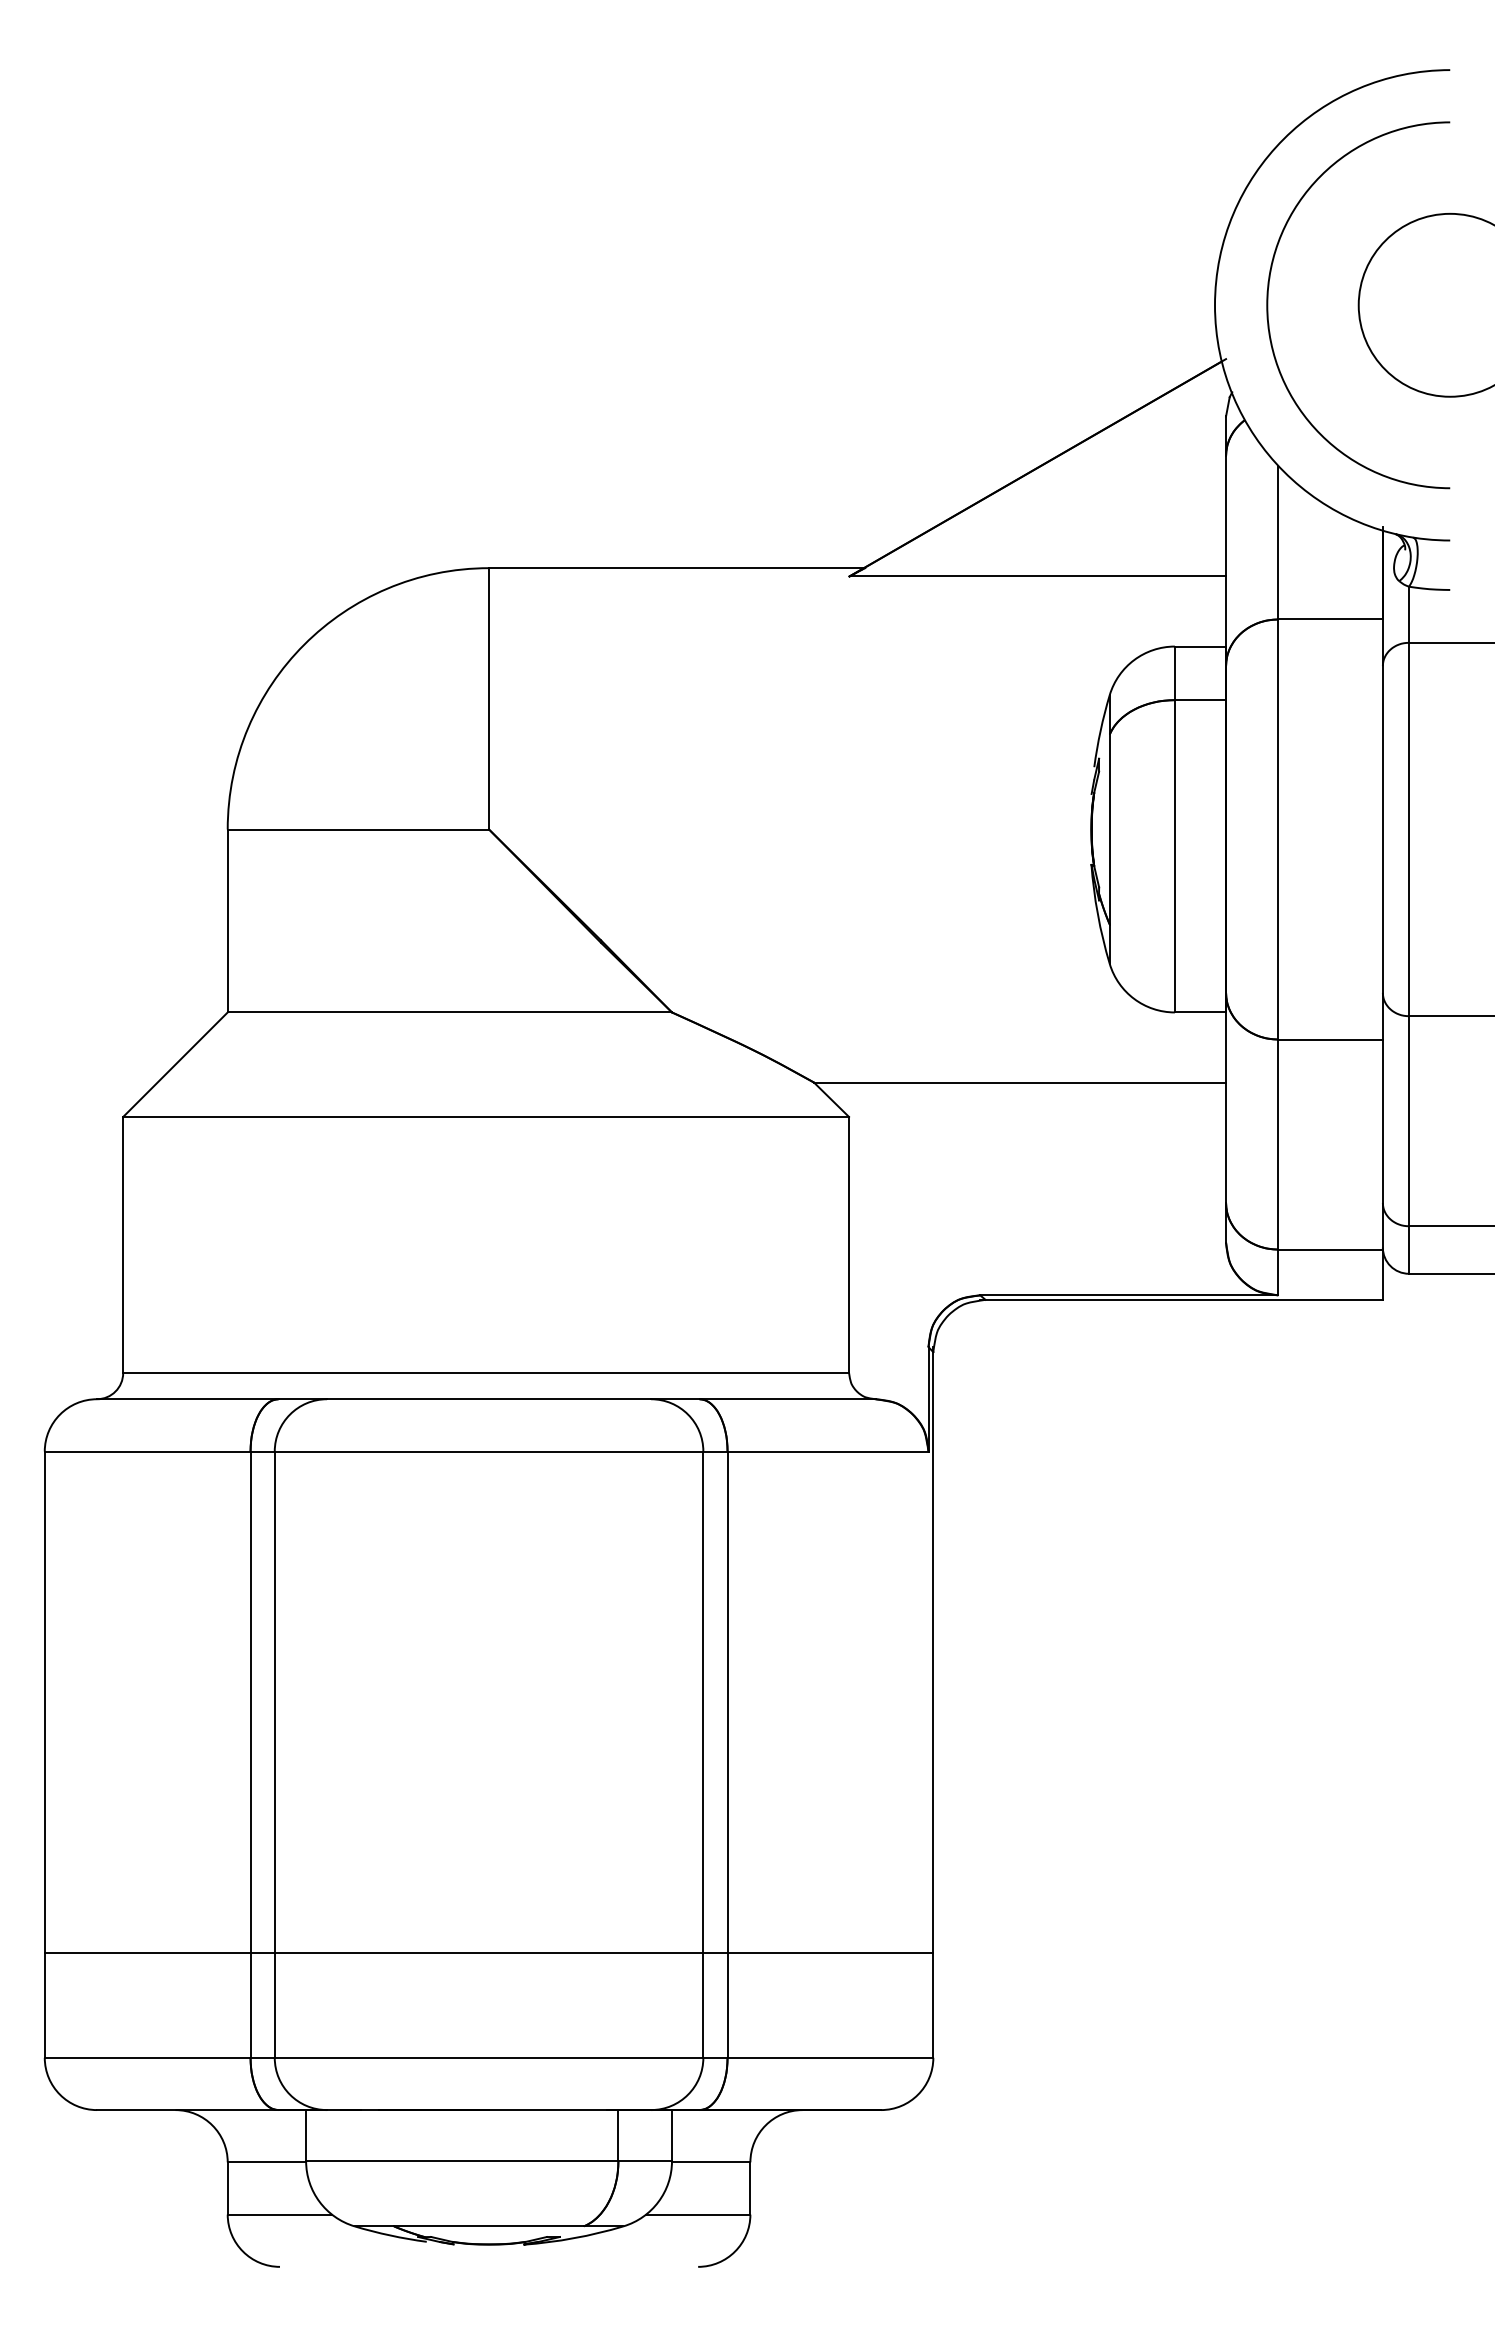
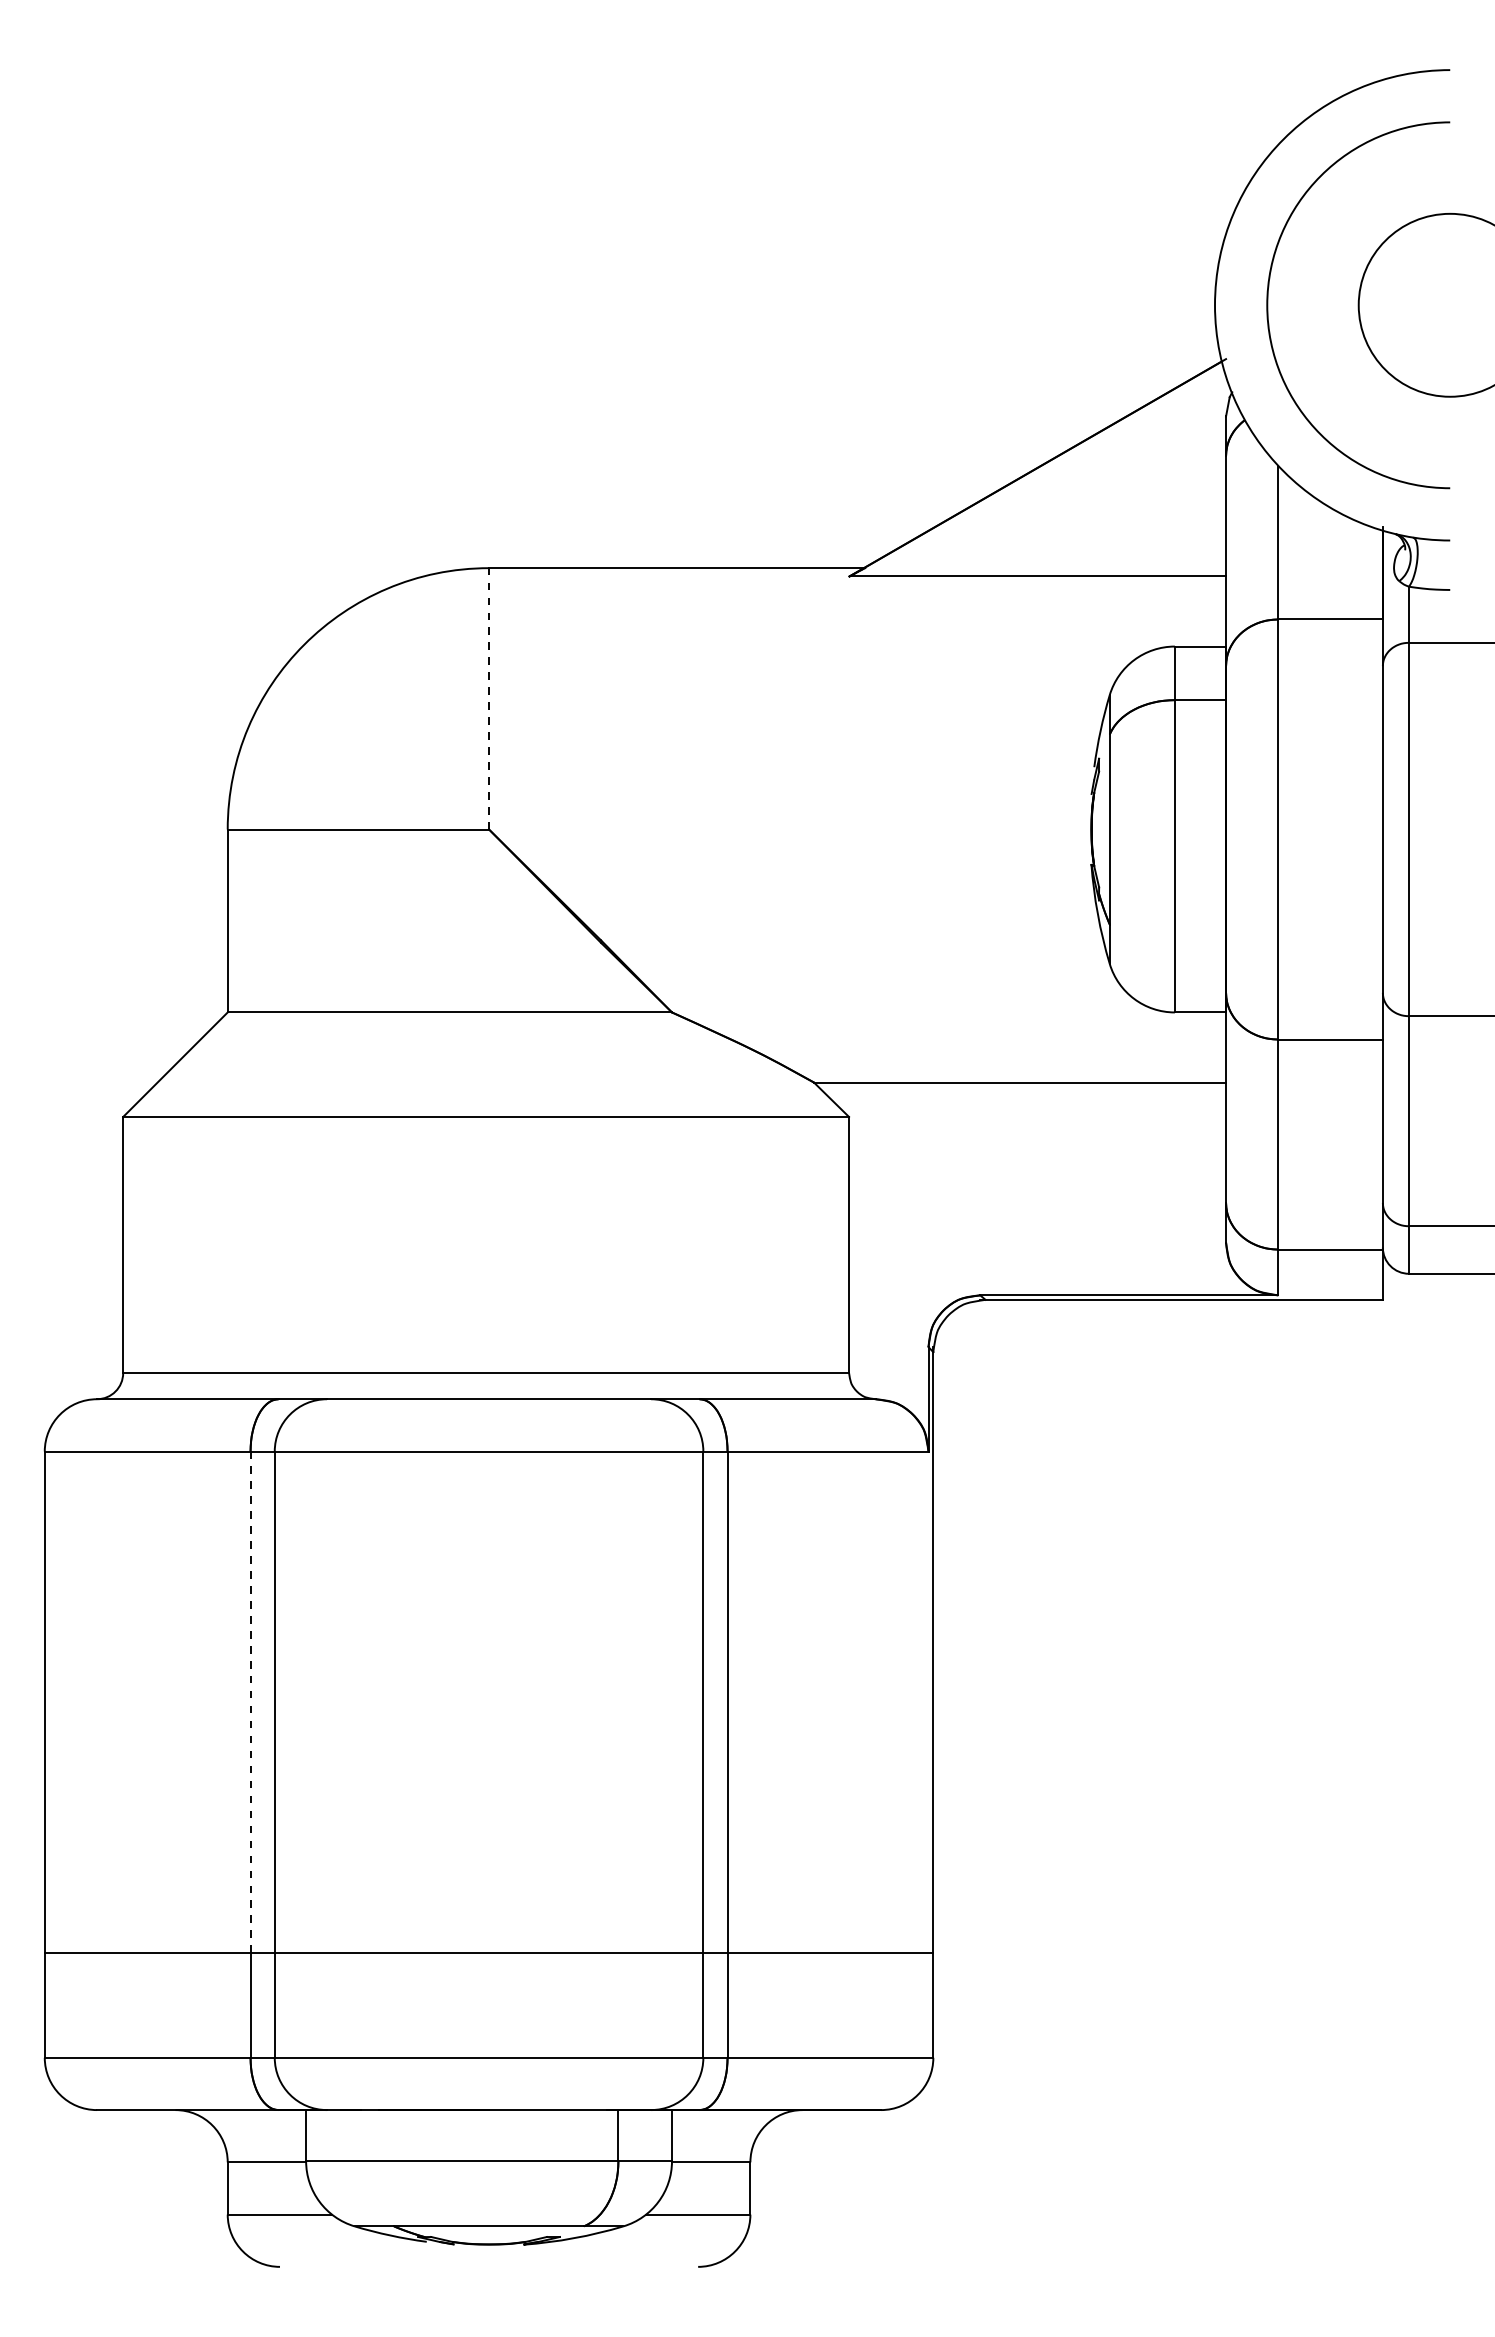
line at (489, 698): solid -> dashed
line at (250, 1702): solid -> dashed
